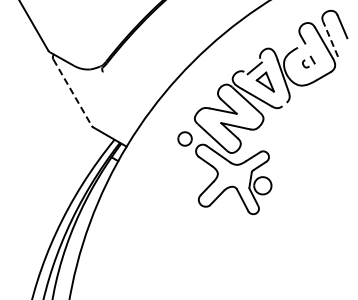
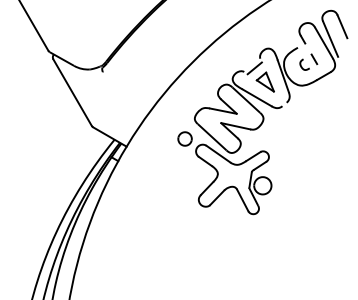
line at (330, 38): dashed -> solid
part at (308, 61) size: 14x14 px -> 20x18 px
line at (72, 93): dashed -> solid
